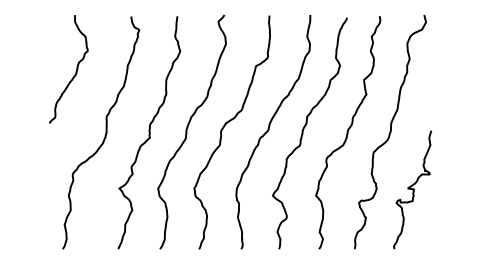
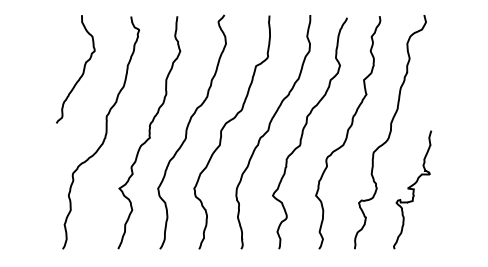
curve at (75, 71) position: (75, 71) -> (82, 71)
